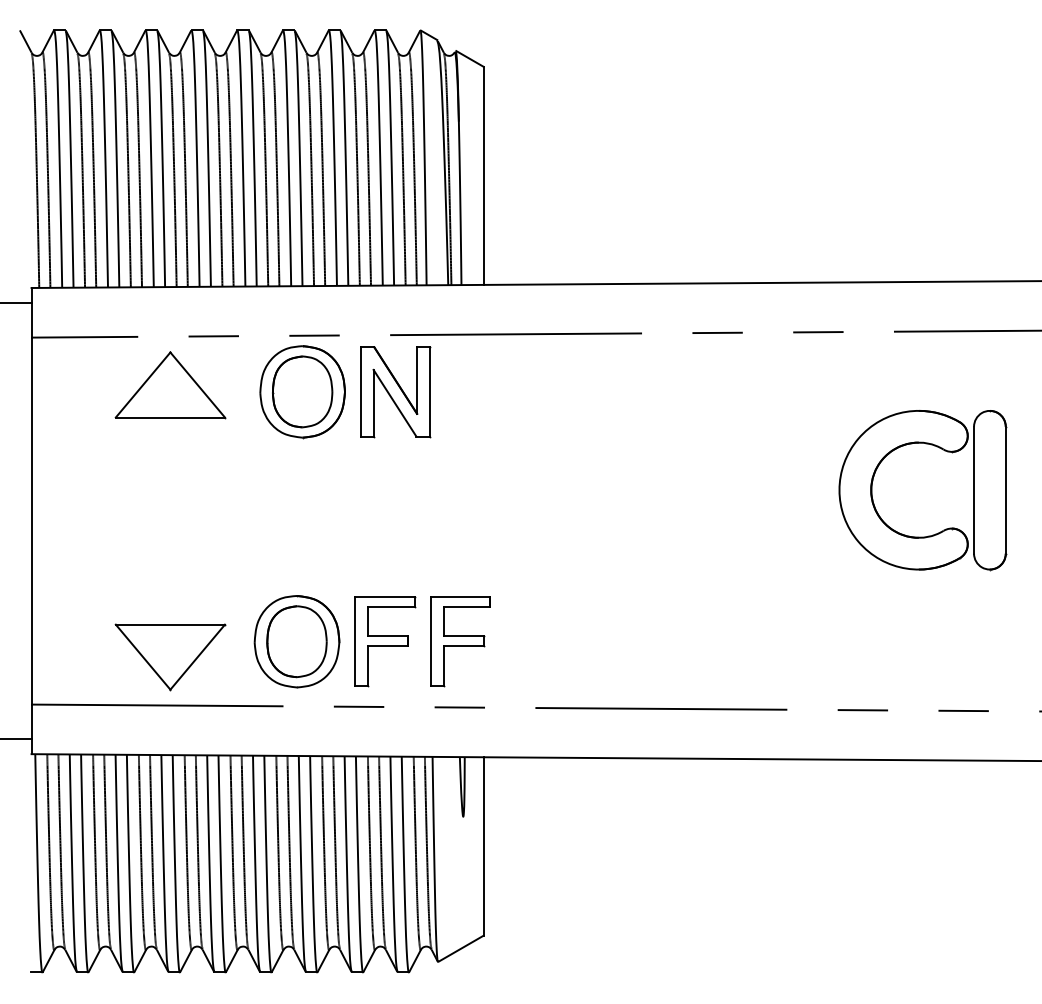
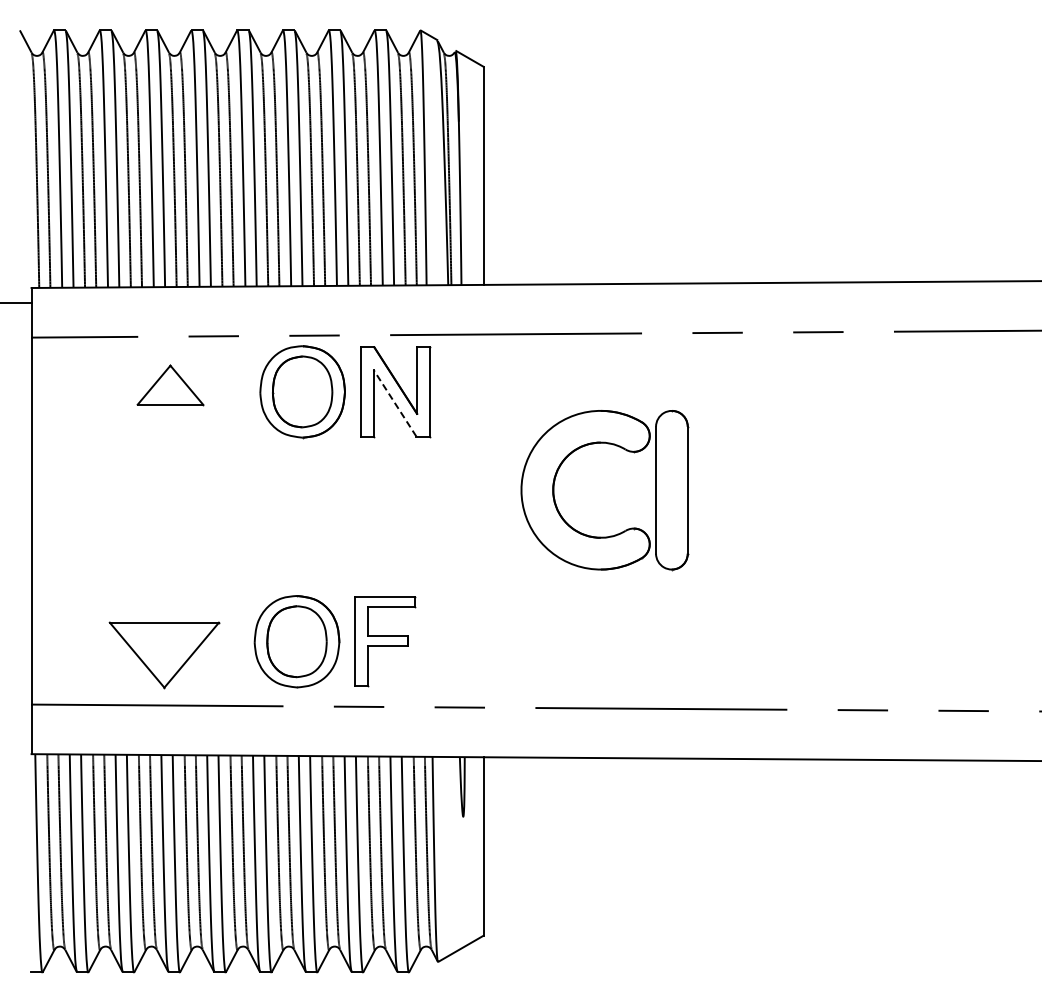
part at (170, 385) size: 113x69 px -> 69x43 px
line at (395, 403): solid -> dashed
part at (943, 529) position: (943, 529) -> (625, 529)
part at (460, 641): present -> none
part at (170, 657) position: (170, 657) -> (164, 655)
line at (16, 739): present -> none
